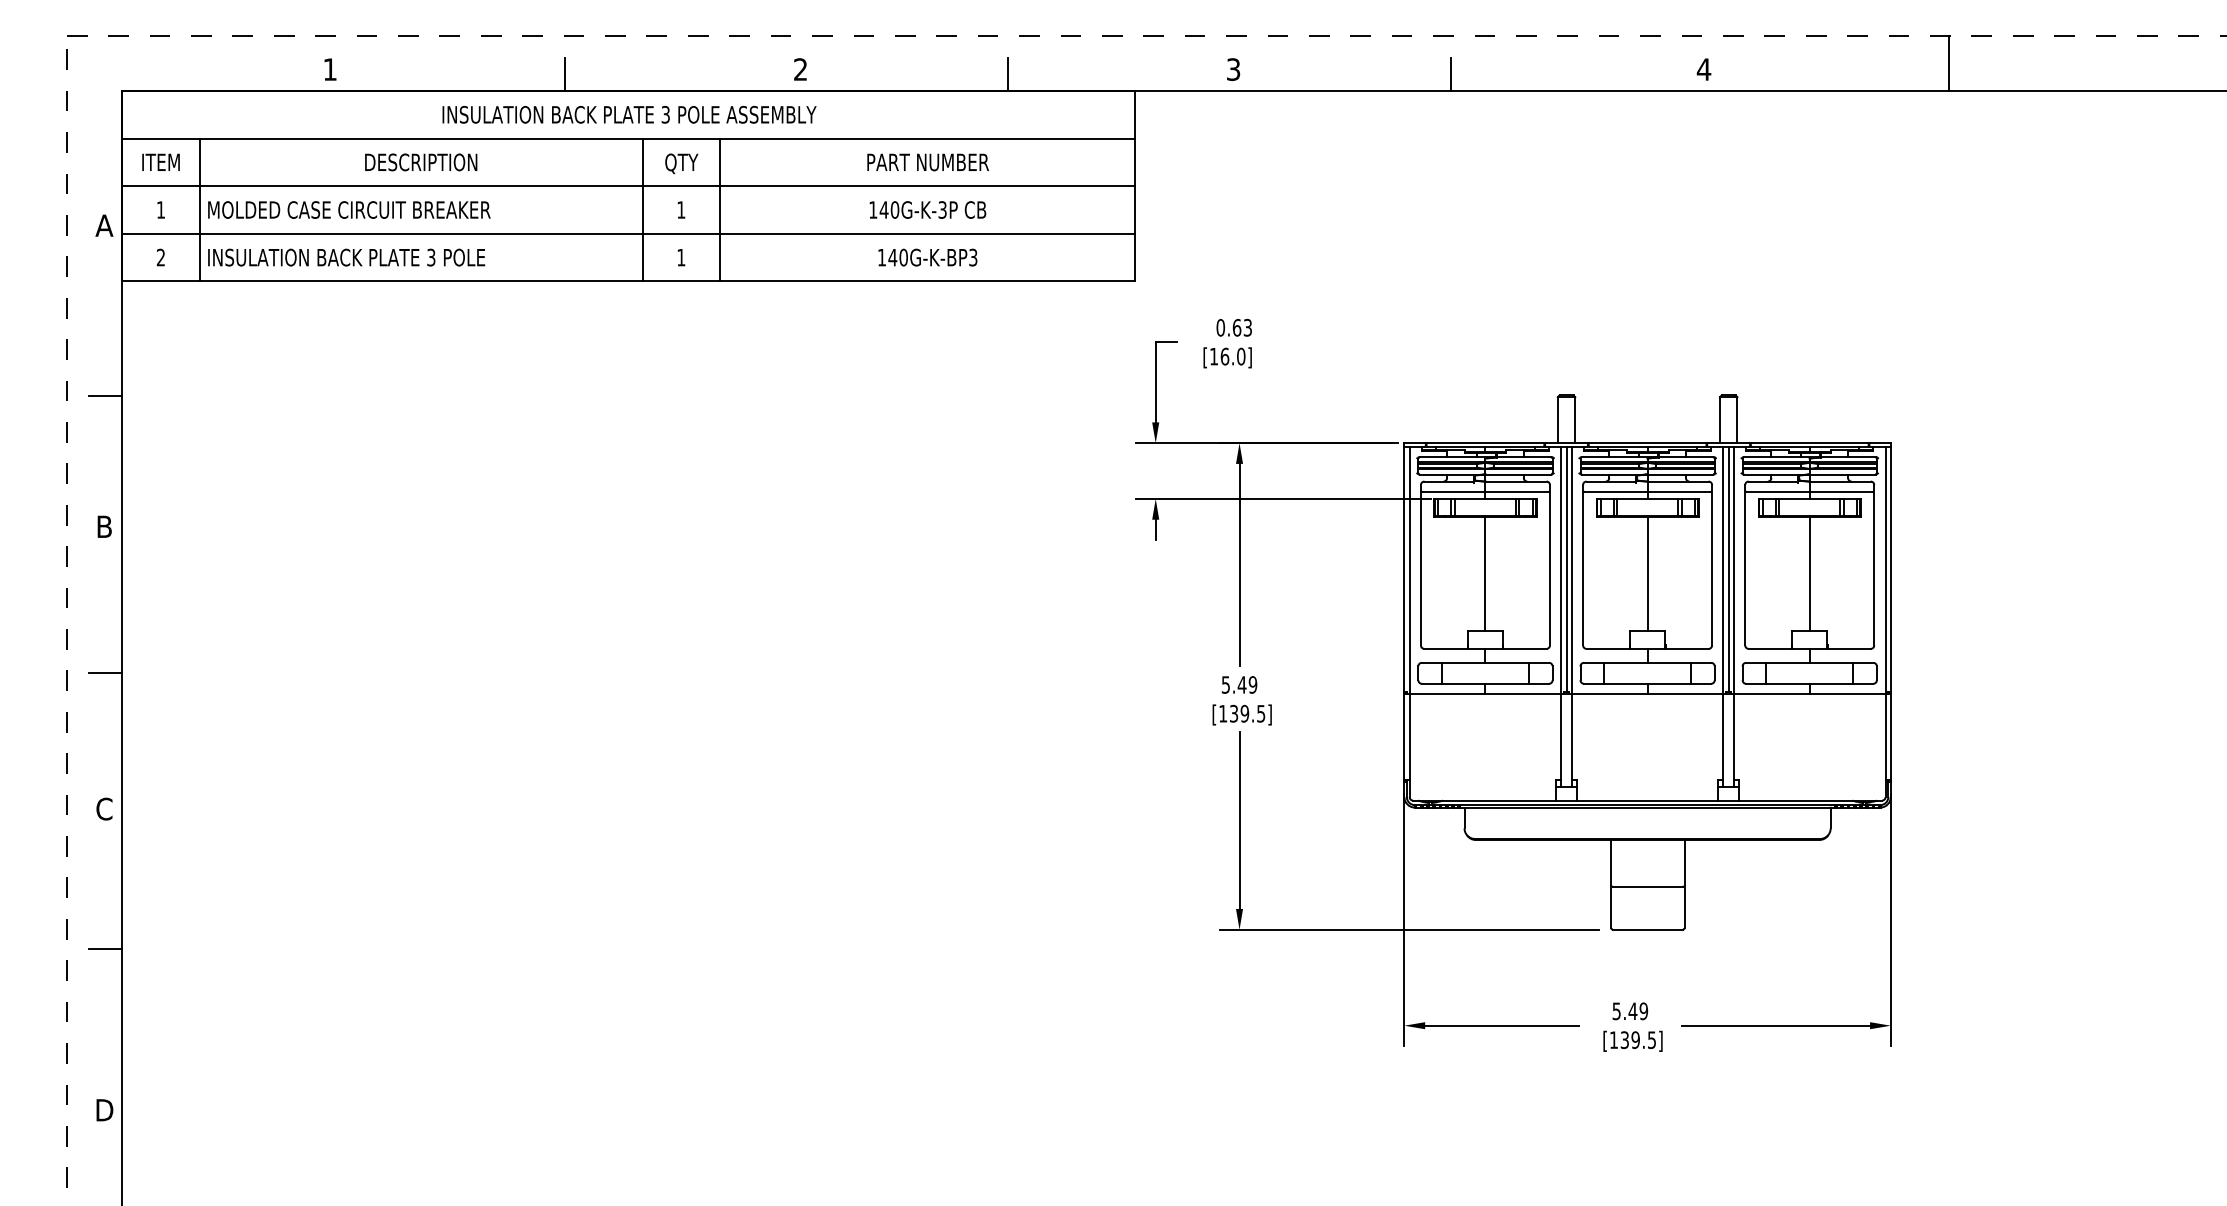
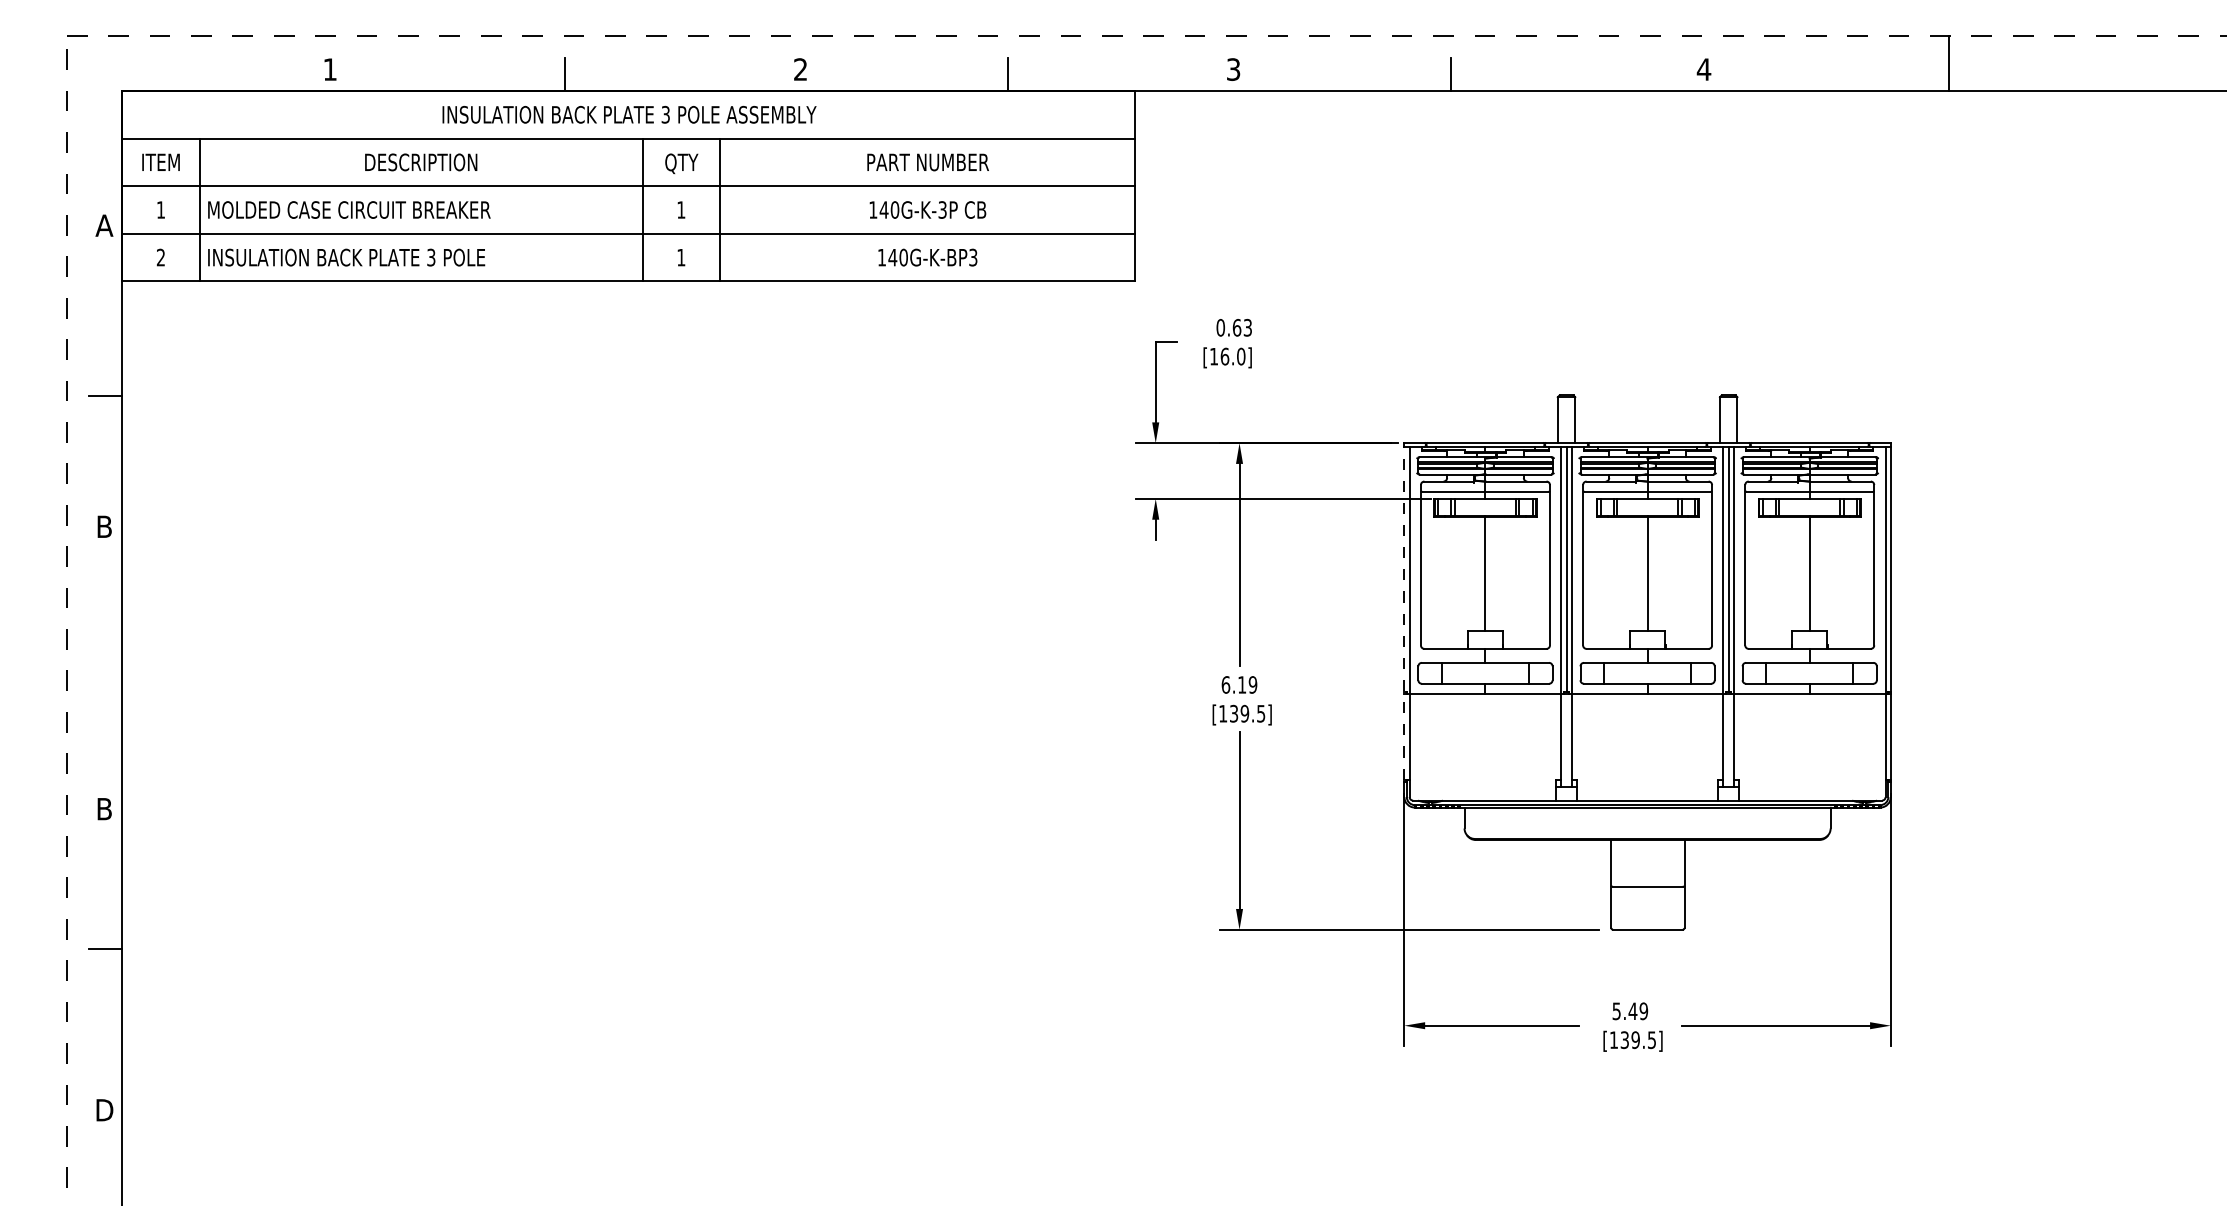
line at (1404, 612): solid -> dashed
line at (105, 672): present -> none
text at (1233, 684): 5.49 -> 6.19
text at (104, 808): C -> B
